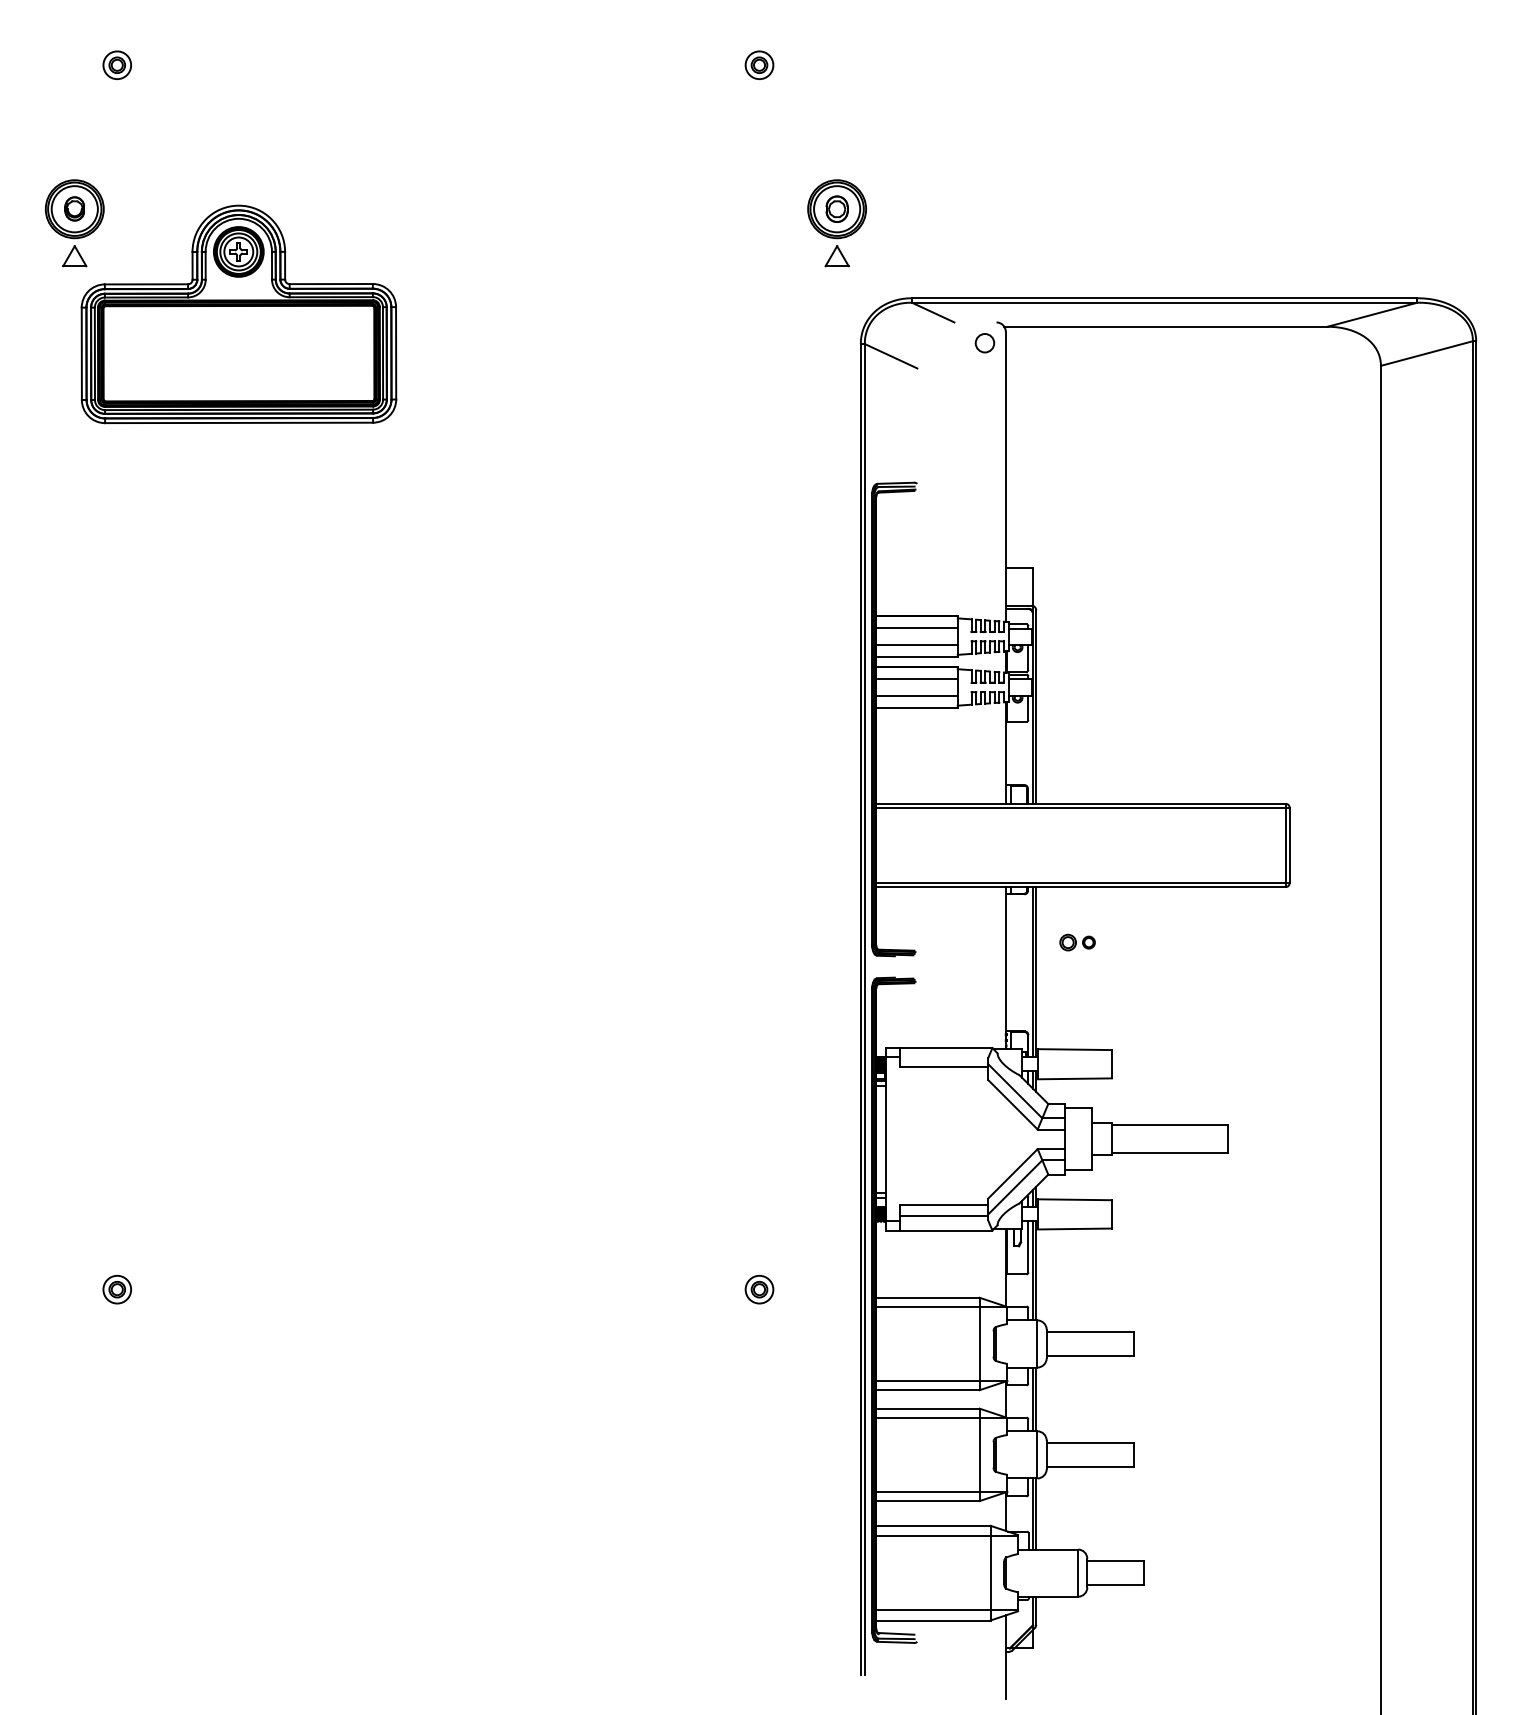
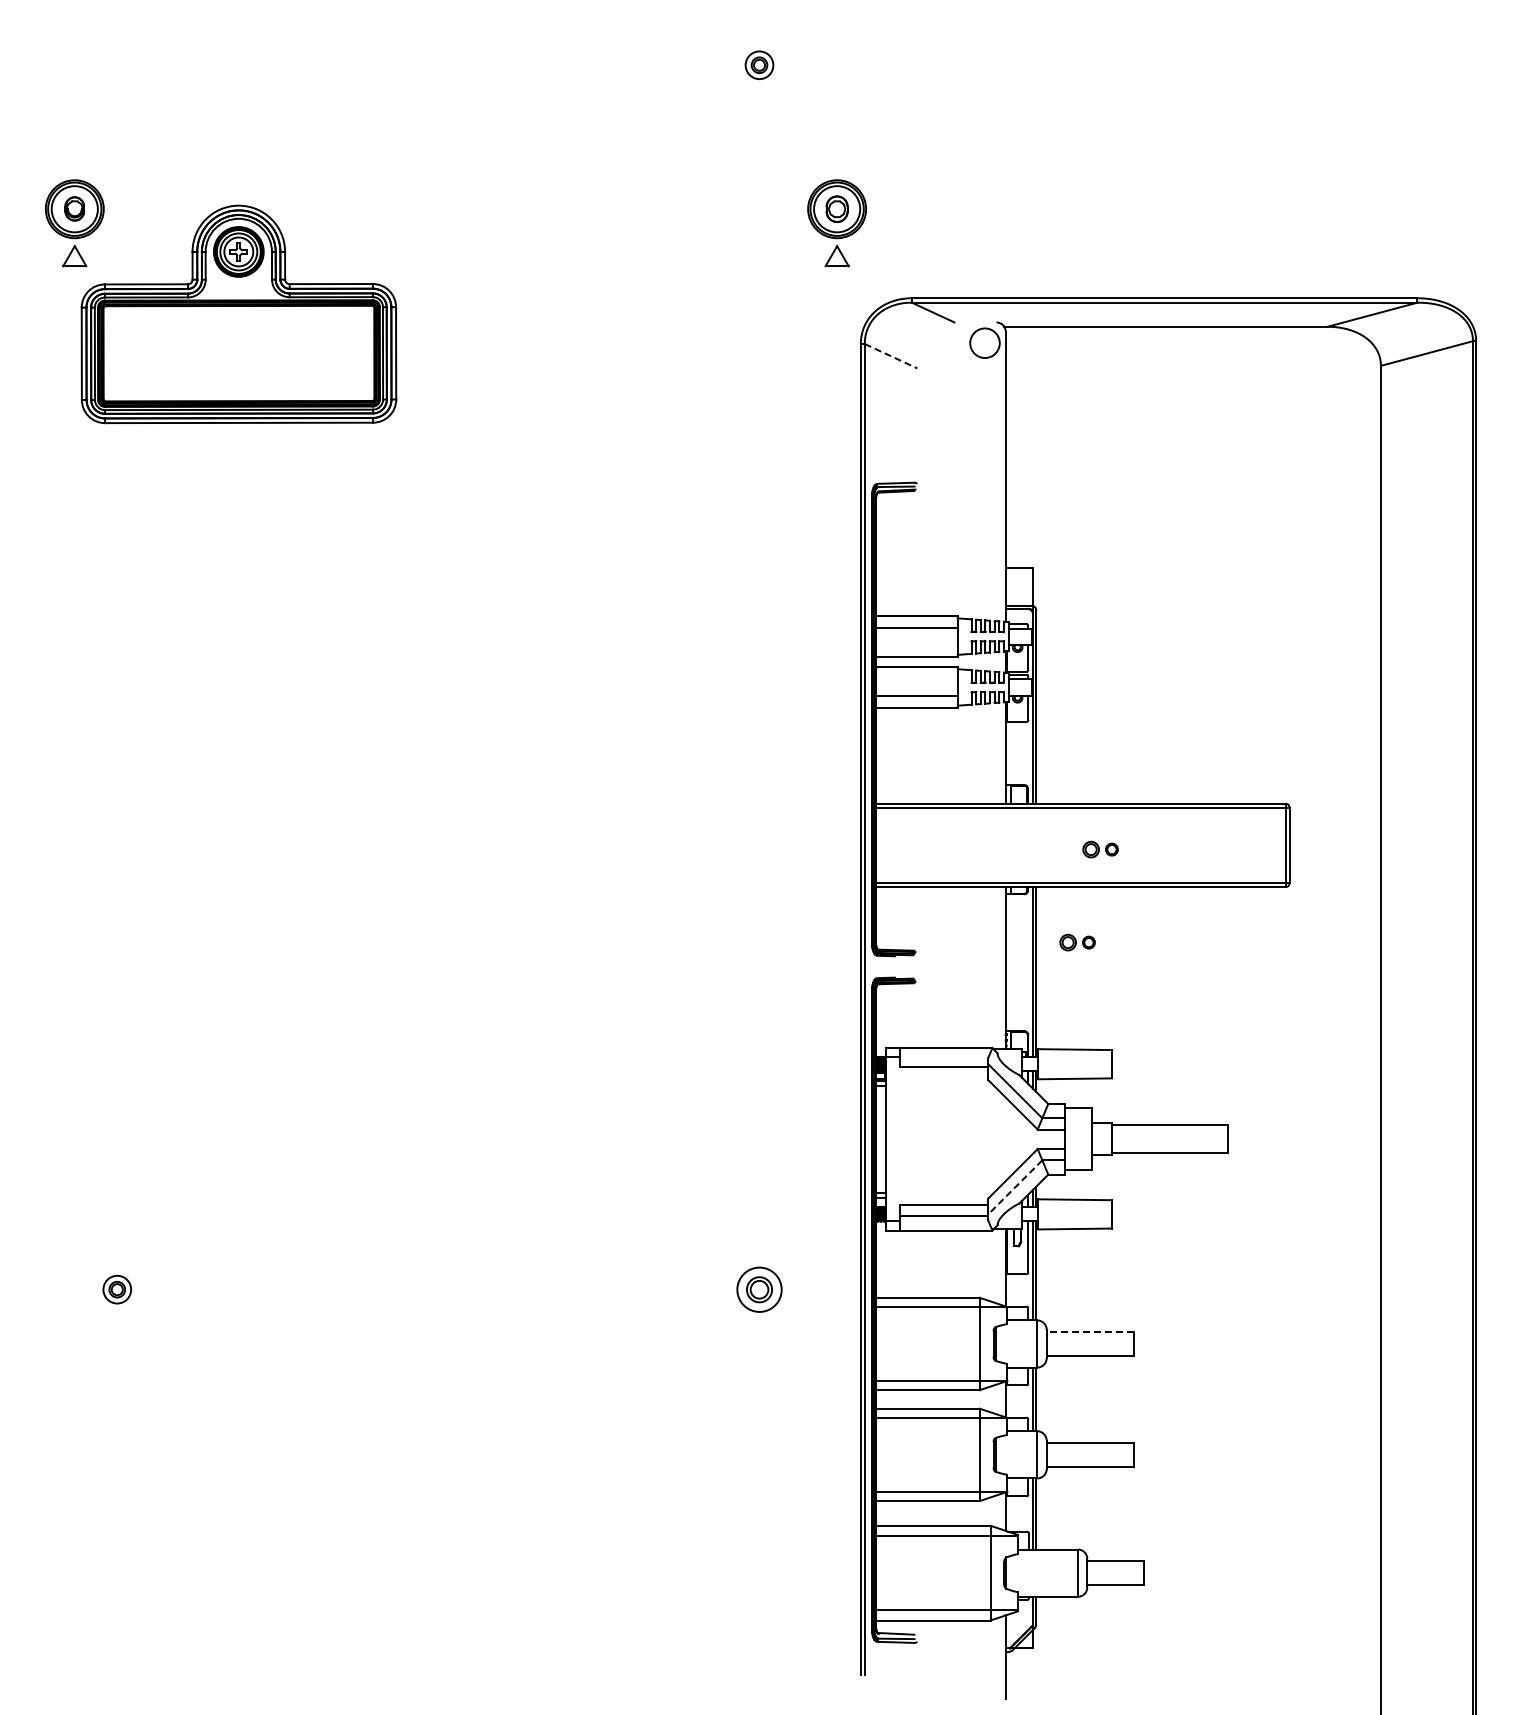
part at (116, 64): present -> none
circle at (984, 343) diameter: 18 px -> 30 px
line at (891, 356): solid -> dashed
line at (916, 645): present -> none
line at (916, 679): present -> none
part at (1100, 849): none -> present
line at (1014, 1187): solid -> dashed
part at (759, 1289) size: 31x31 px -> 47x47 px
line at (1090, 1331): solid -> dashed
